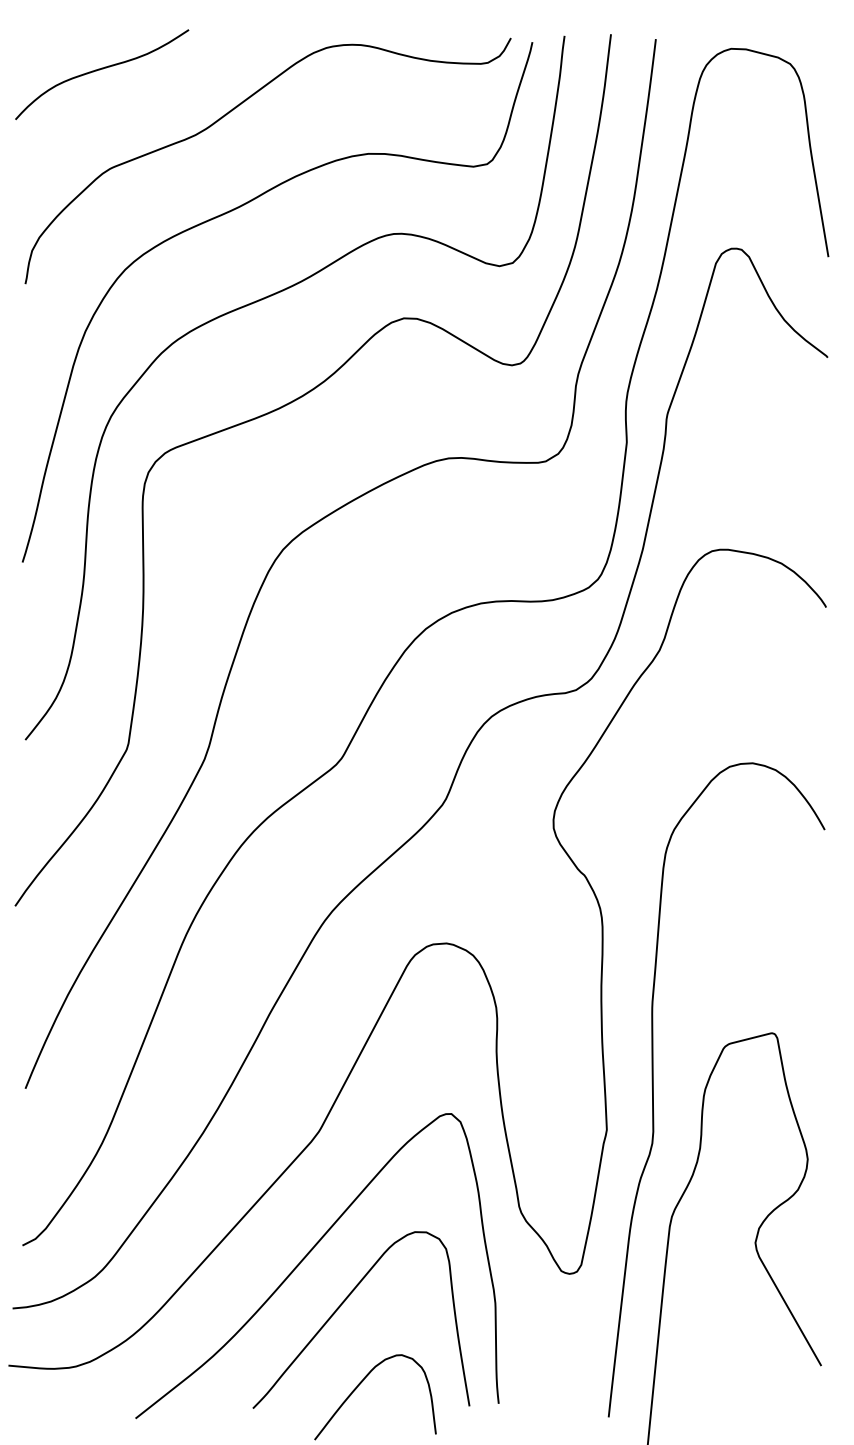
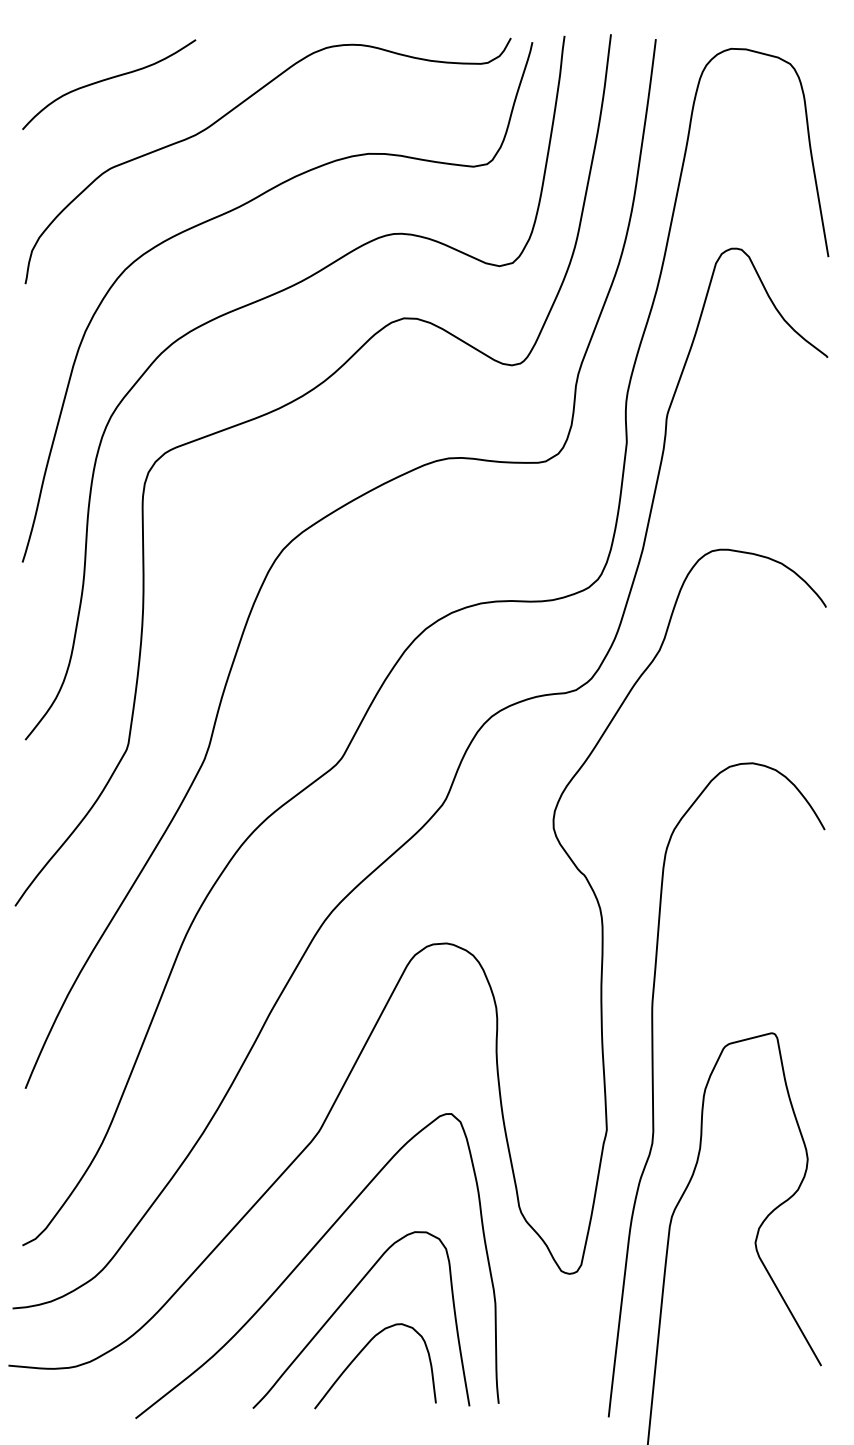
curve at (100, 70) position: (100, 70) -> (107, 80)
curve at (361, 1383) position: (361, 1383) -> (361, 1352)
